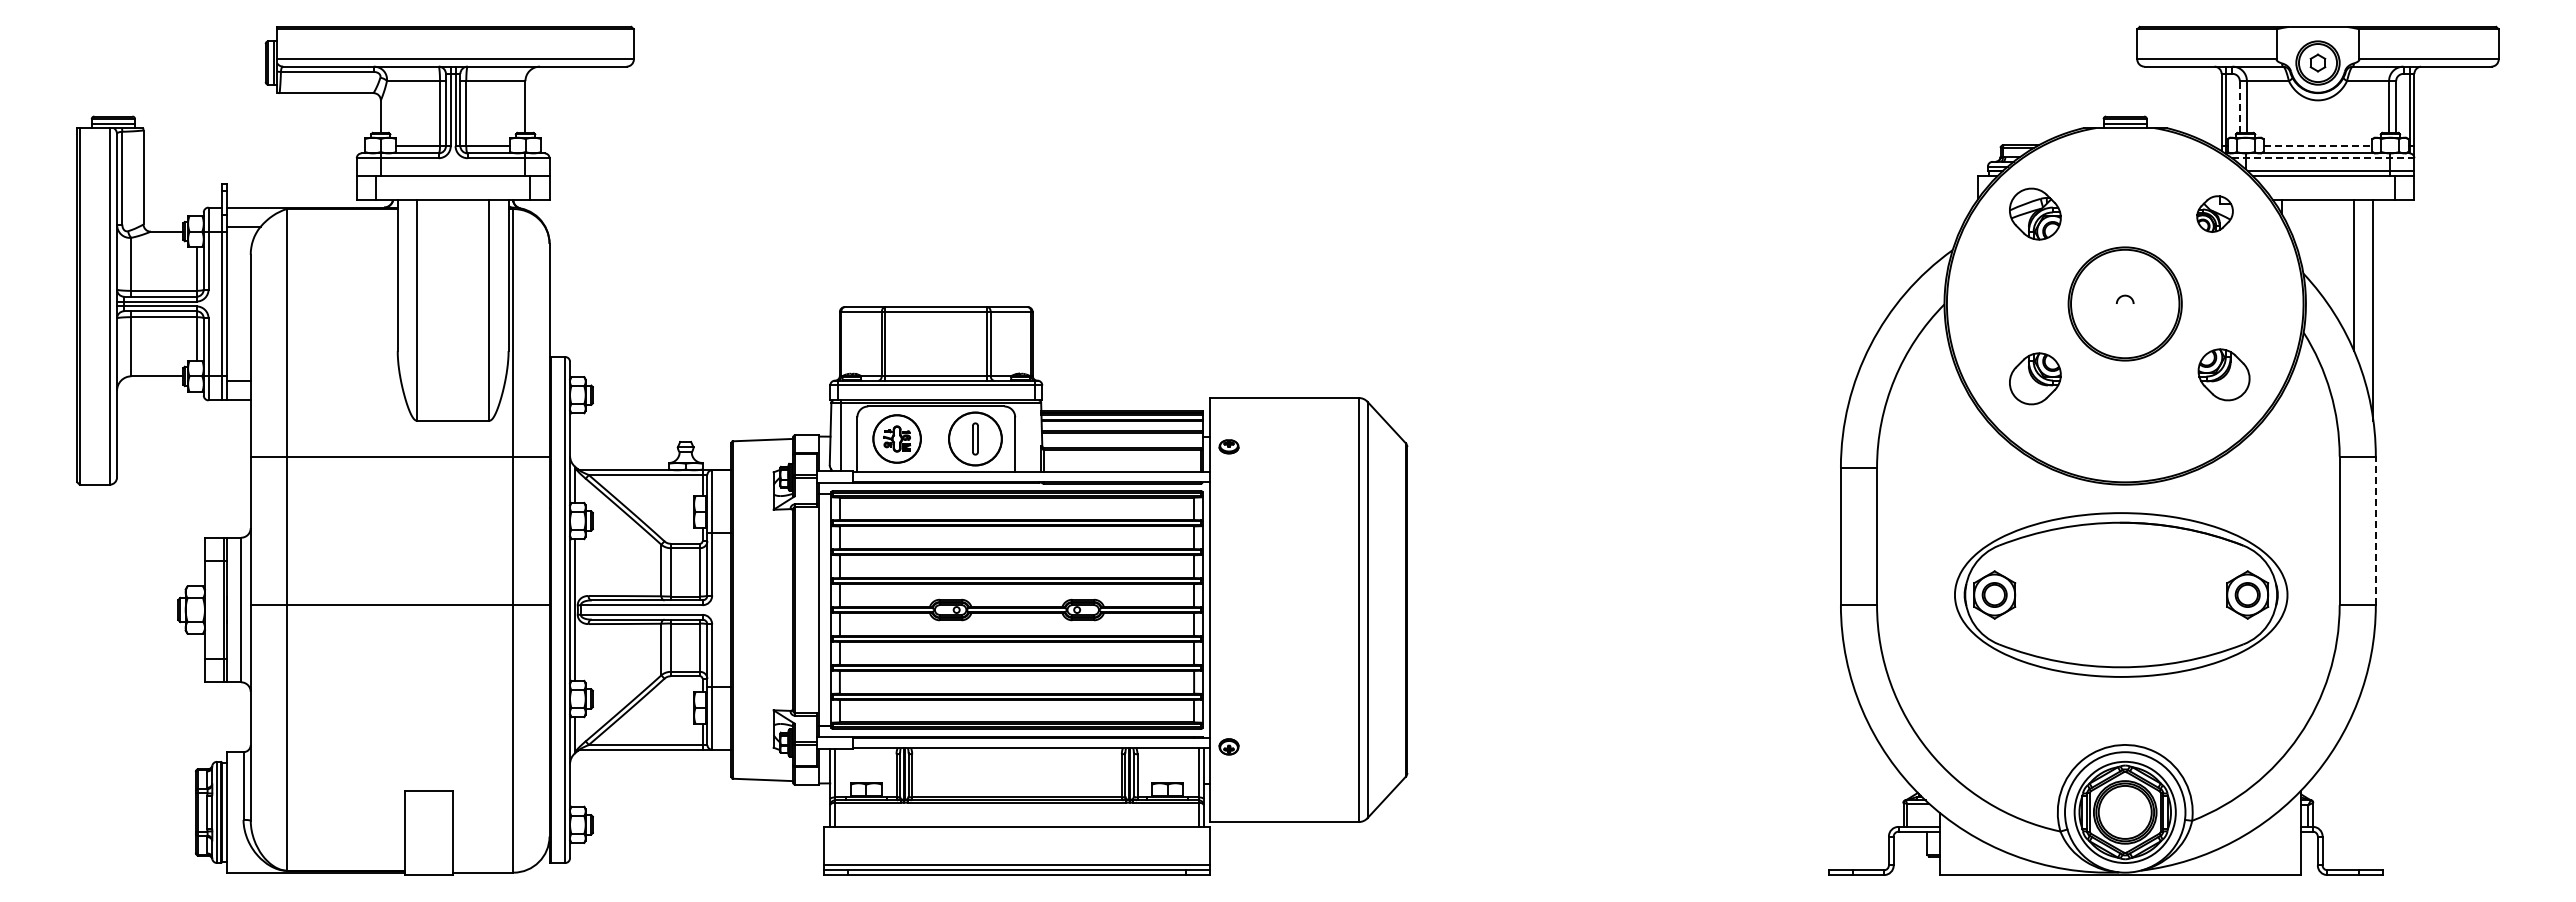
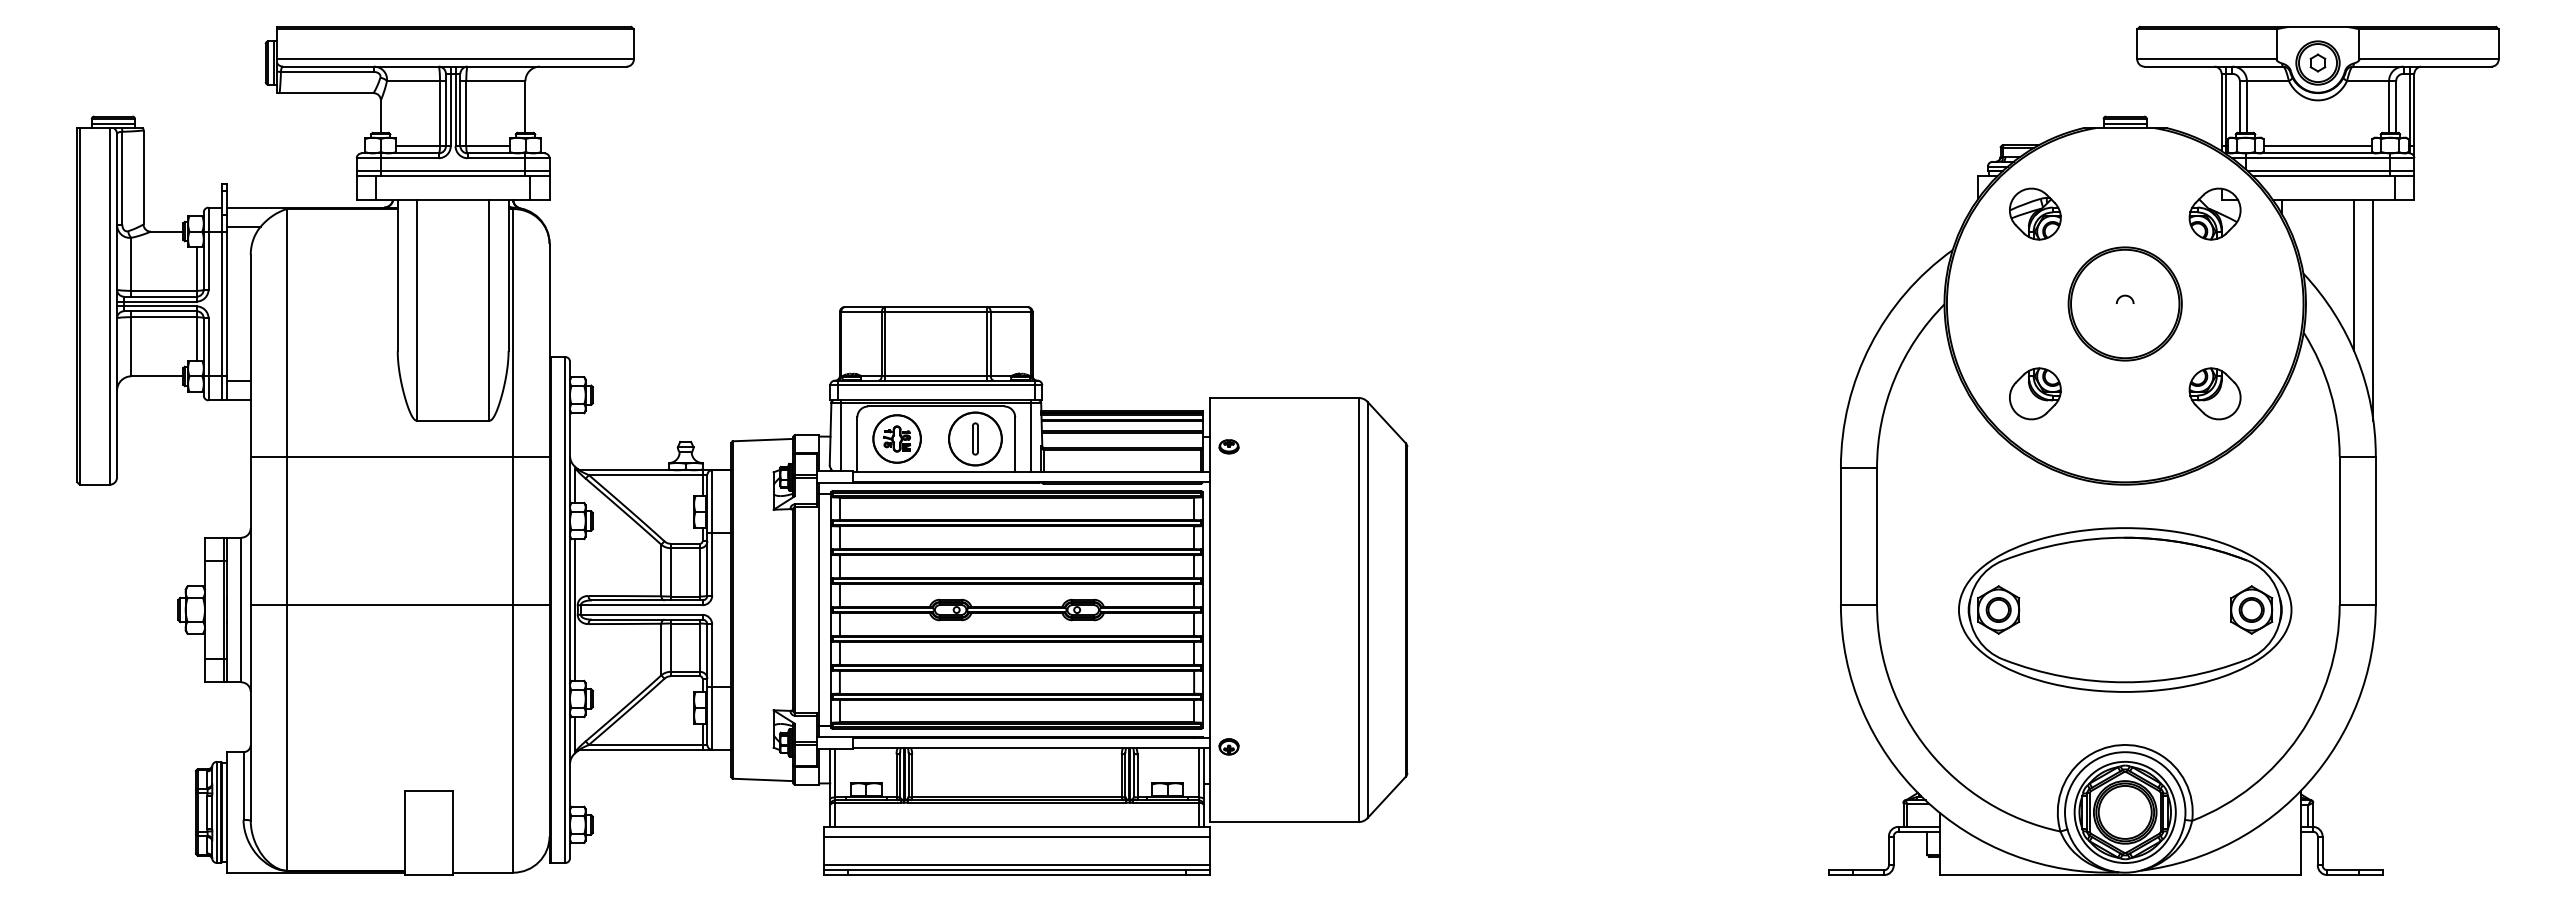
line at (2239, 107): dashed -> solid
line at (2318, 146): dashed -> solid
line at (2323, 158): dashed -> solid
line at (452, 171): none -> present
part at (2214, 213) size: 38x38 px -> 54x54 px
part at (2223, 374) position: (2223, 374) -> (2214, 393)
part at (2035, 378) position: (2035, 378) -> (2035, 393)
line at (1031, 435): none -> present
line at (2375, 530): dashed -> solid
part at (2121, 594) position: (2121, 594) -> (2125, 609)
line at (1016, 836): none -> present
